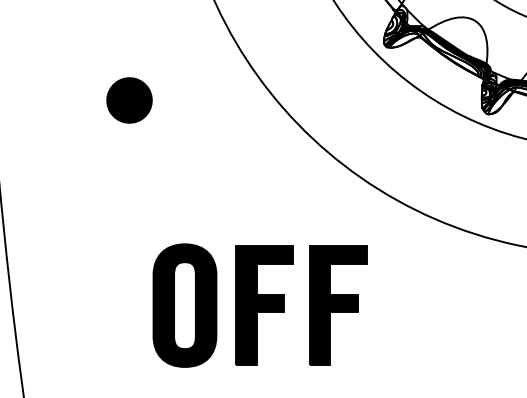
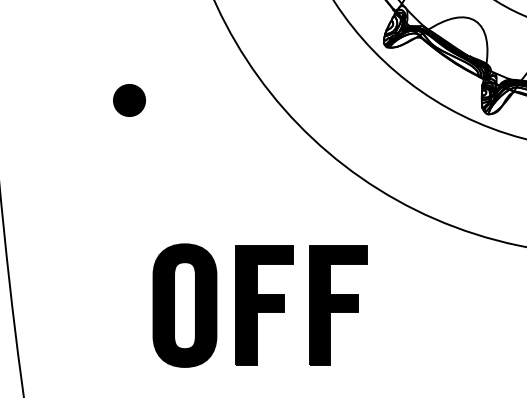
part at (129, 100) size: 47x47 px -> 33x33 px
